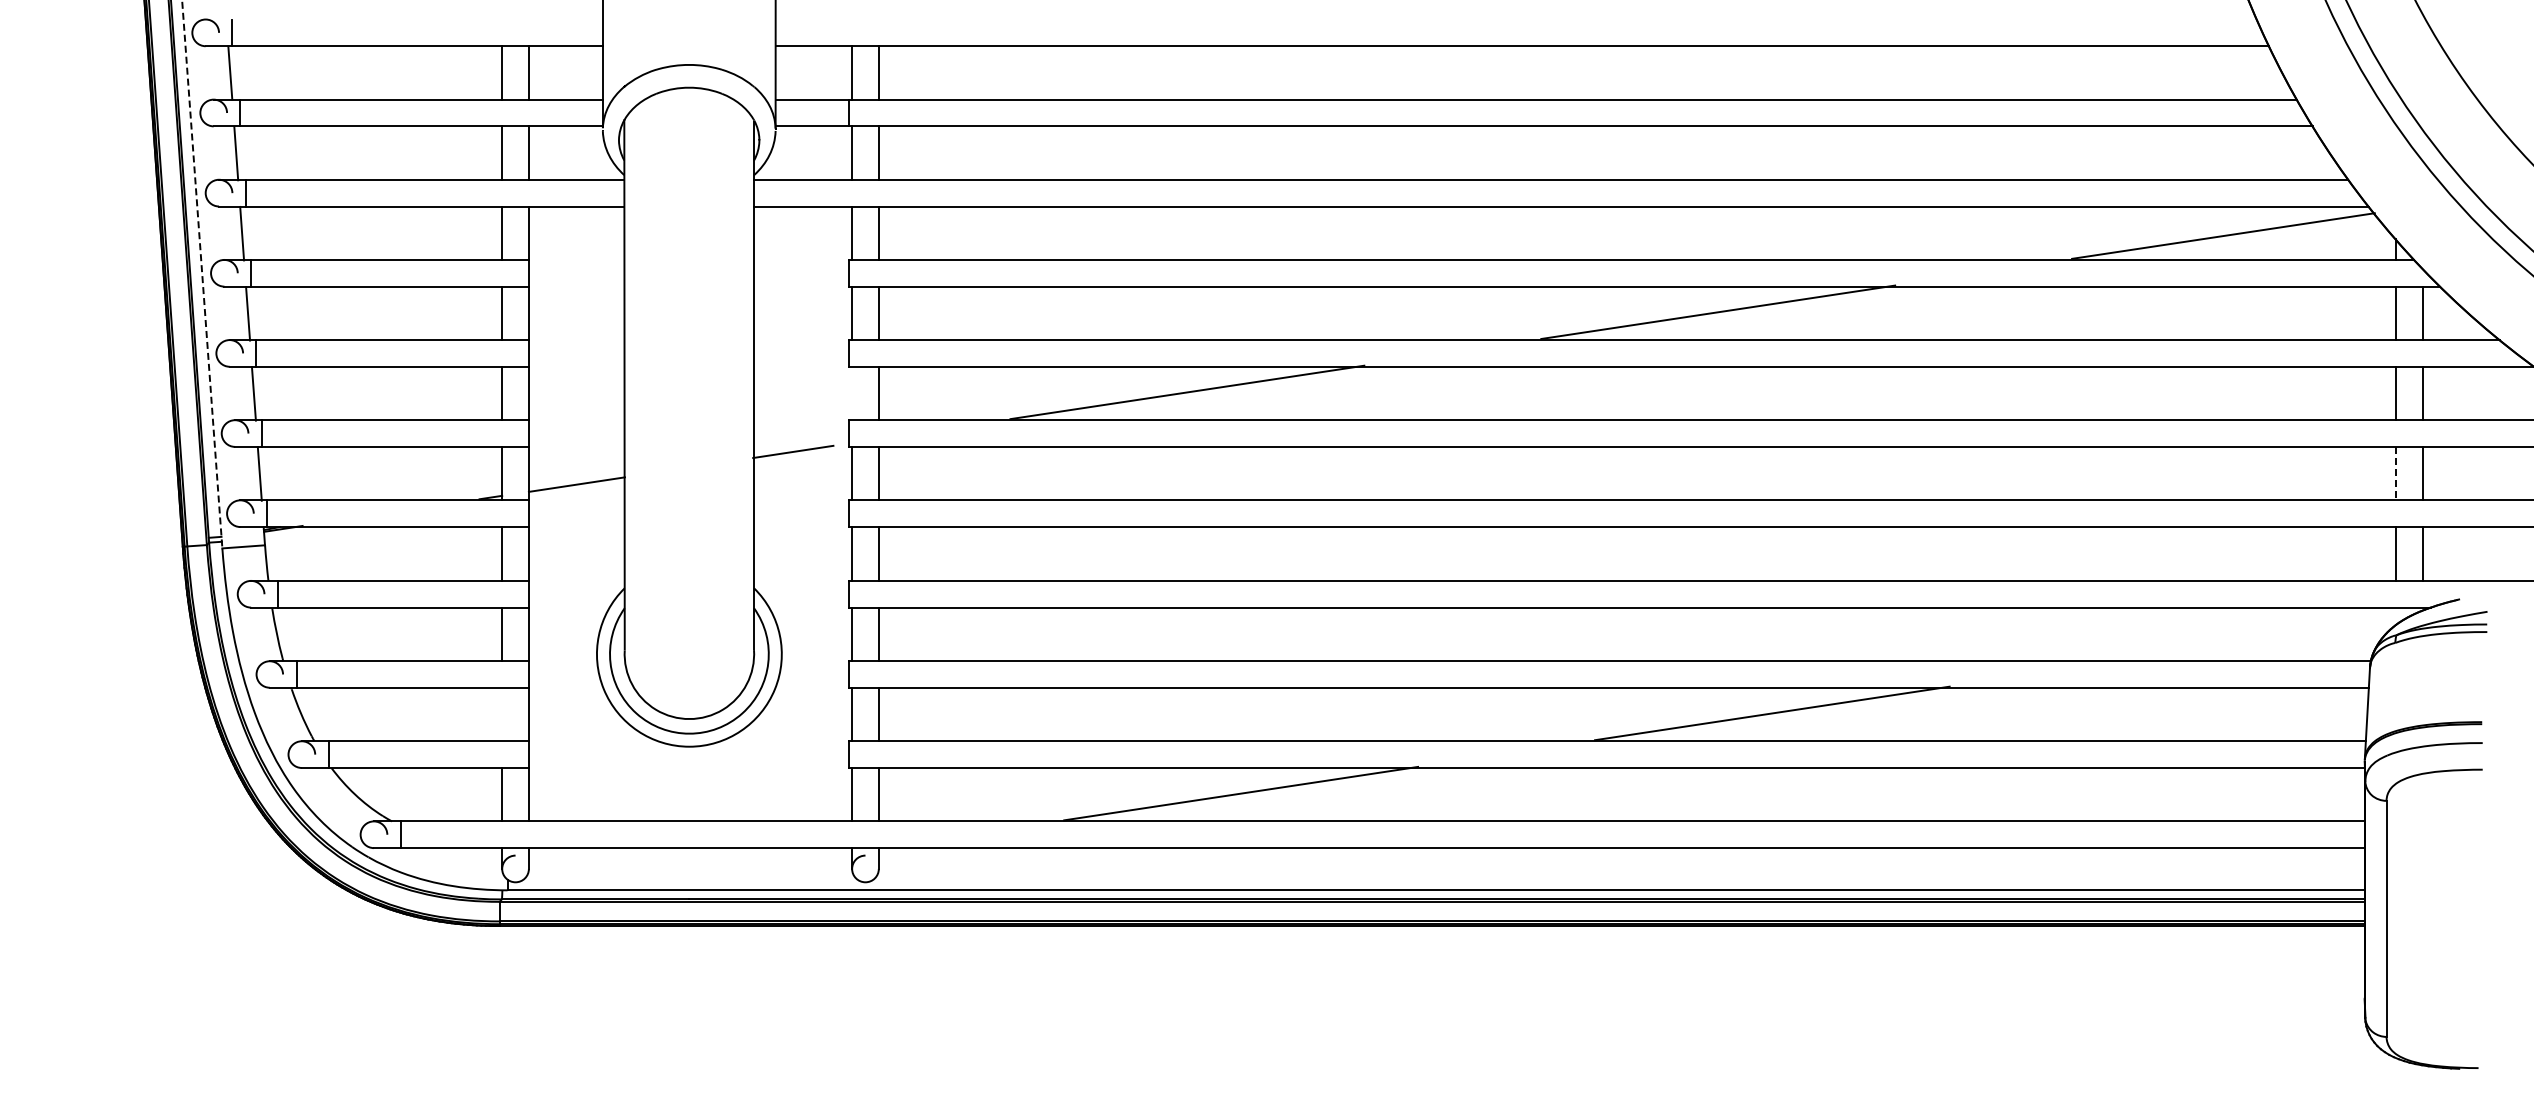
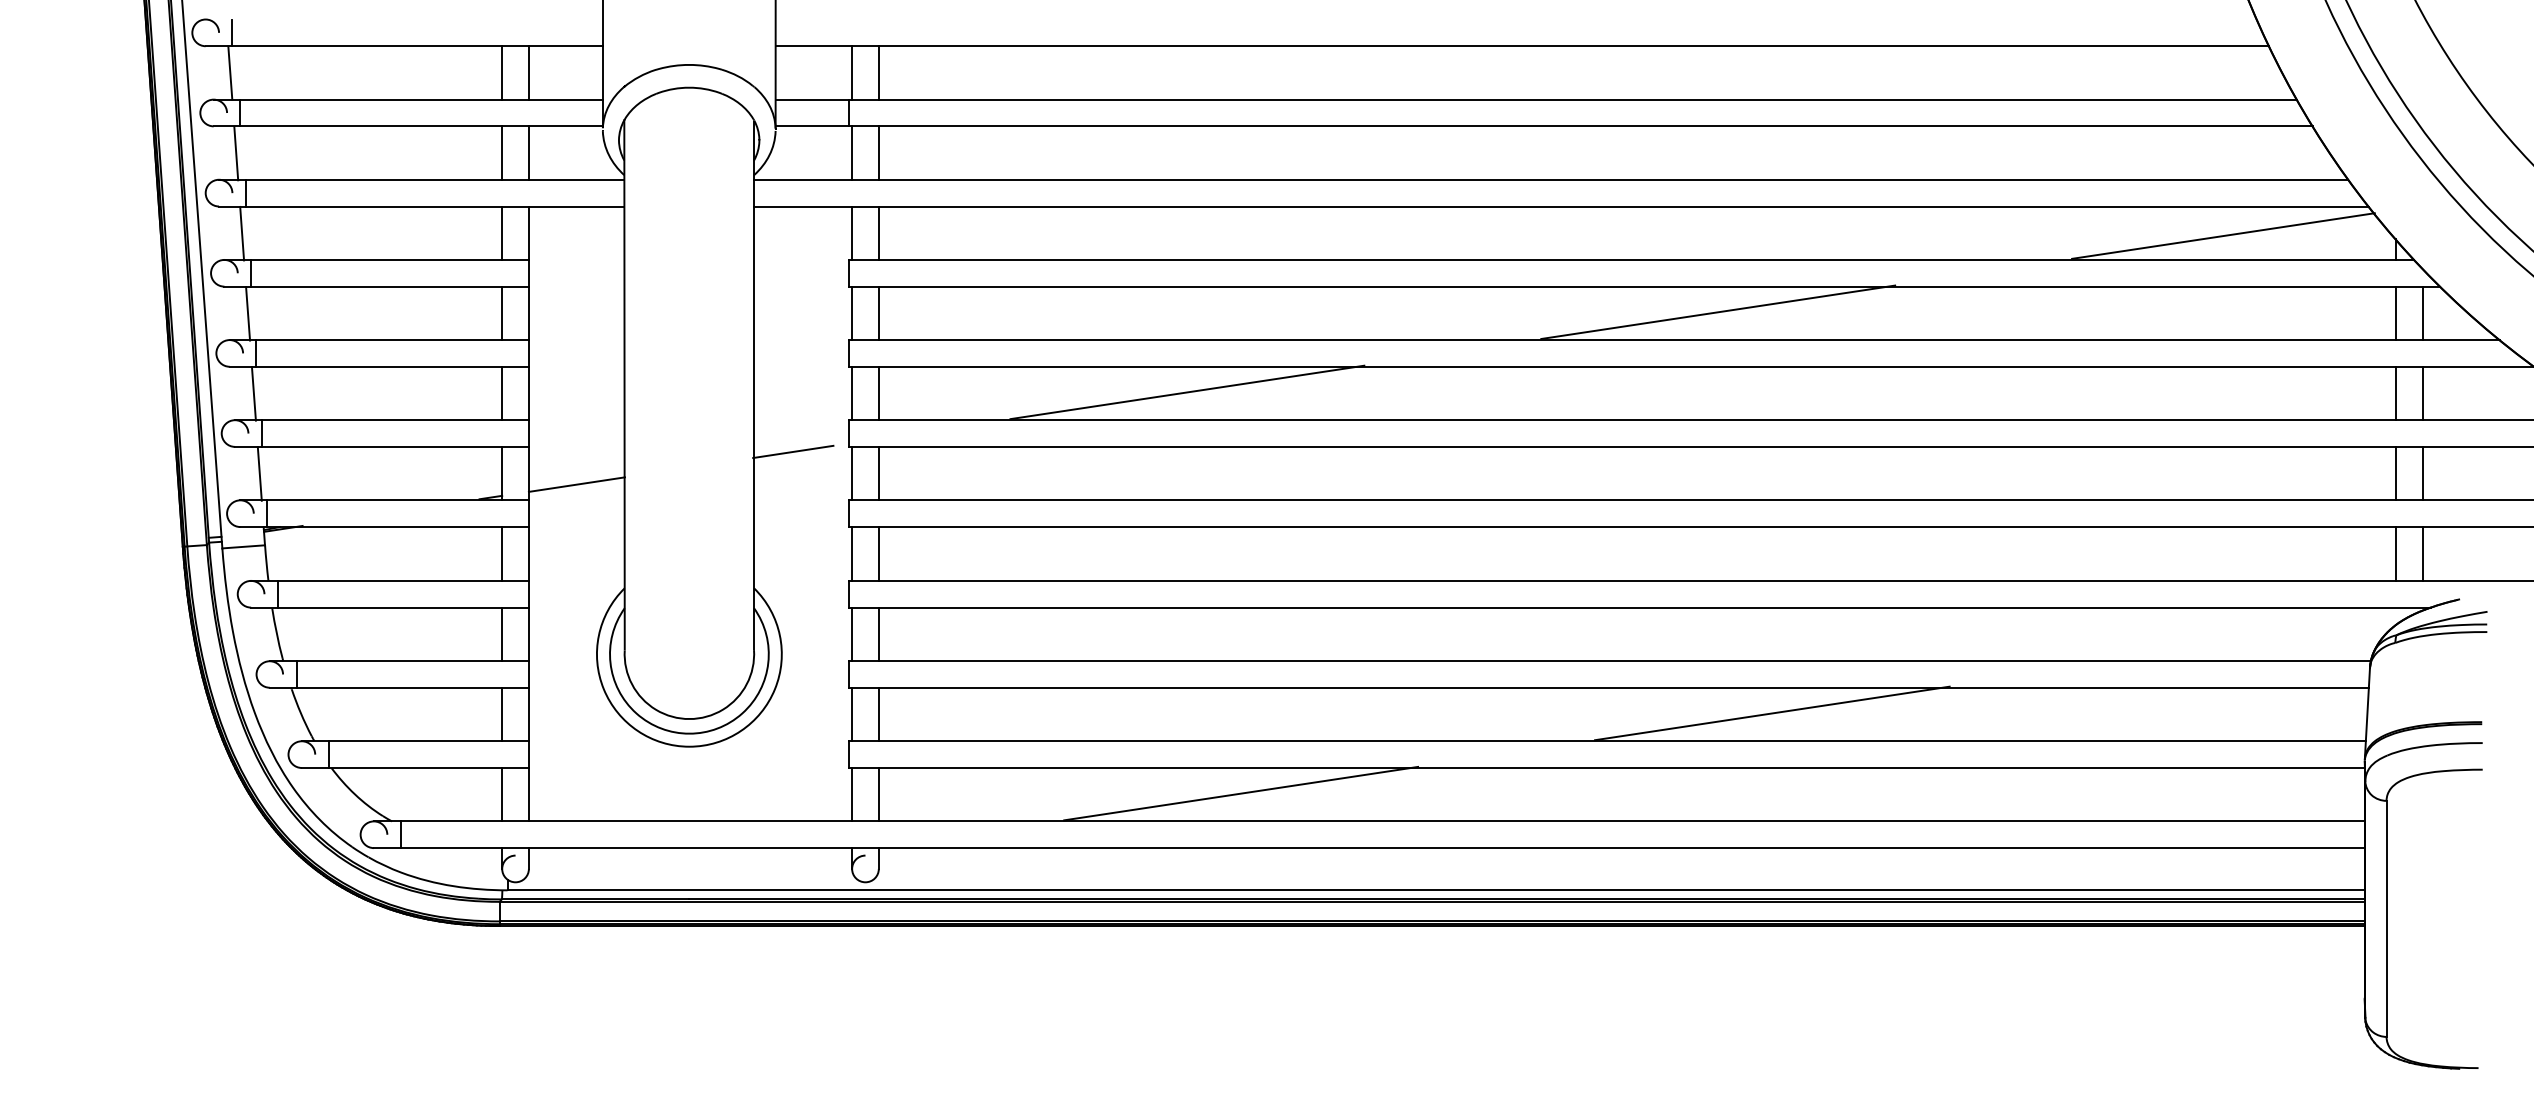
line at (202, 274): dashed -> solid
line at (852, 393): none -> present
line at (2395, 473): dashed -> solid
line at (502, 714): none -> present
